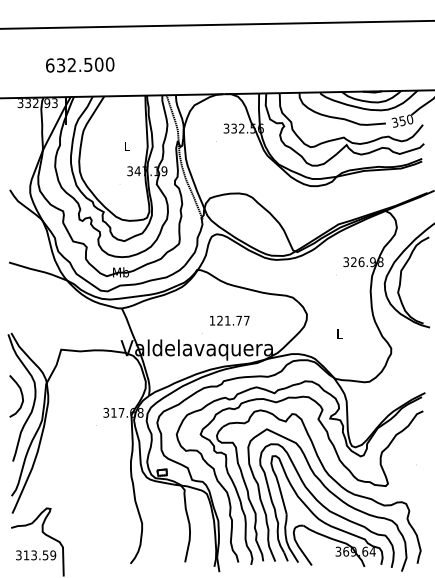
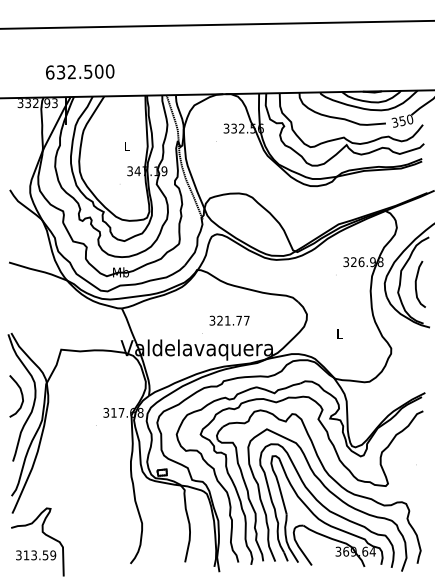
text at (80, 64) position: (80, 64) -> (80, 71)
curve at (416, 284): none -> present
text at (212, 320): 121.77 -> 321.77
